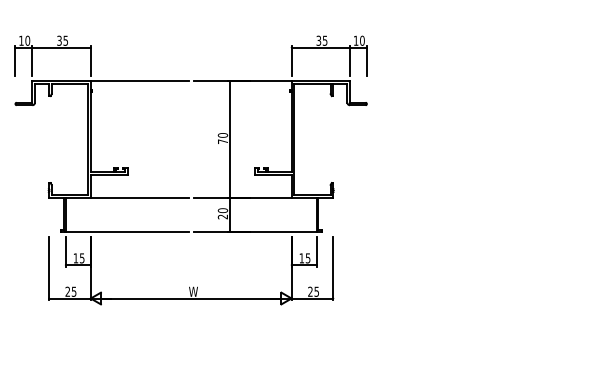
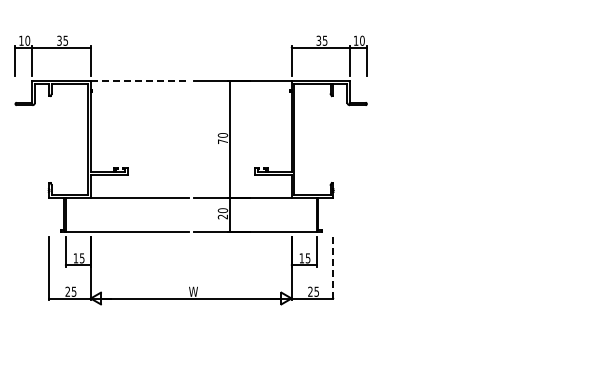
line at (139, 81): solid -> dashed
line at (333, 268): solid -> dashed
